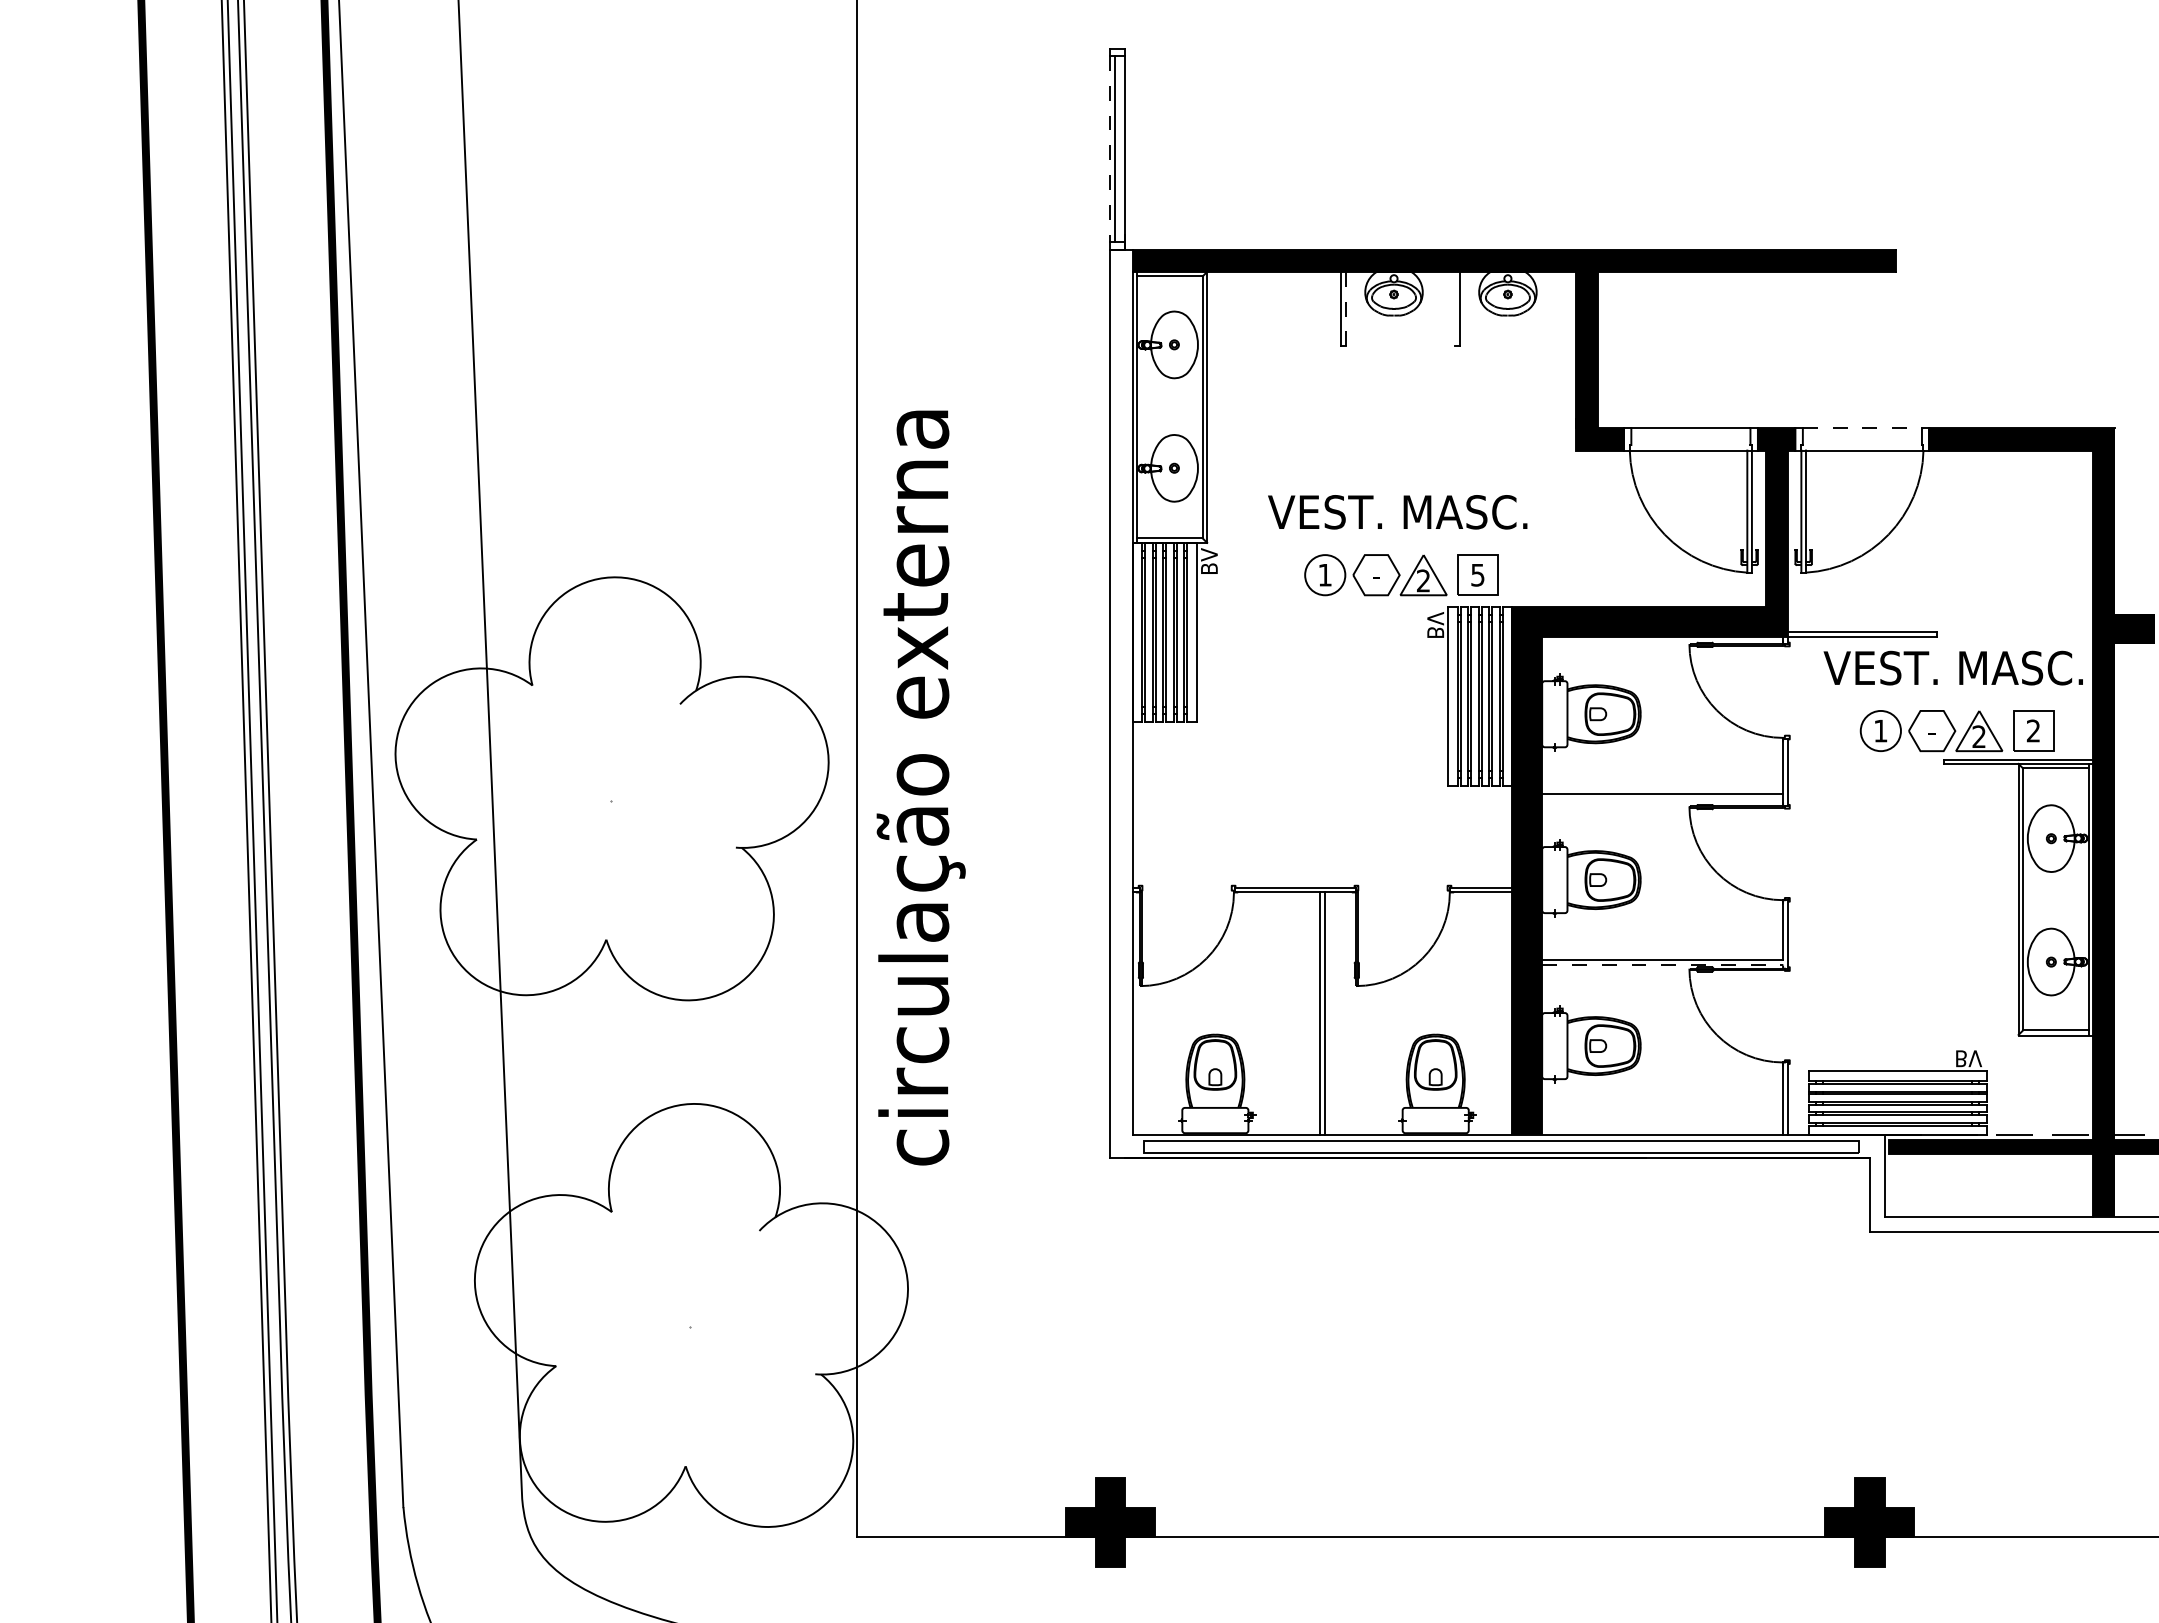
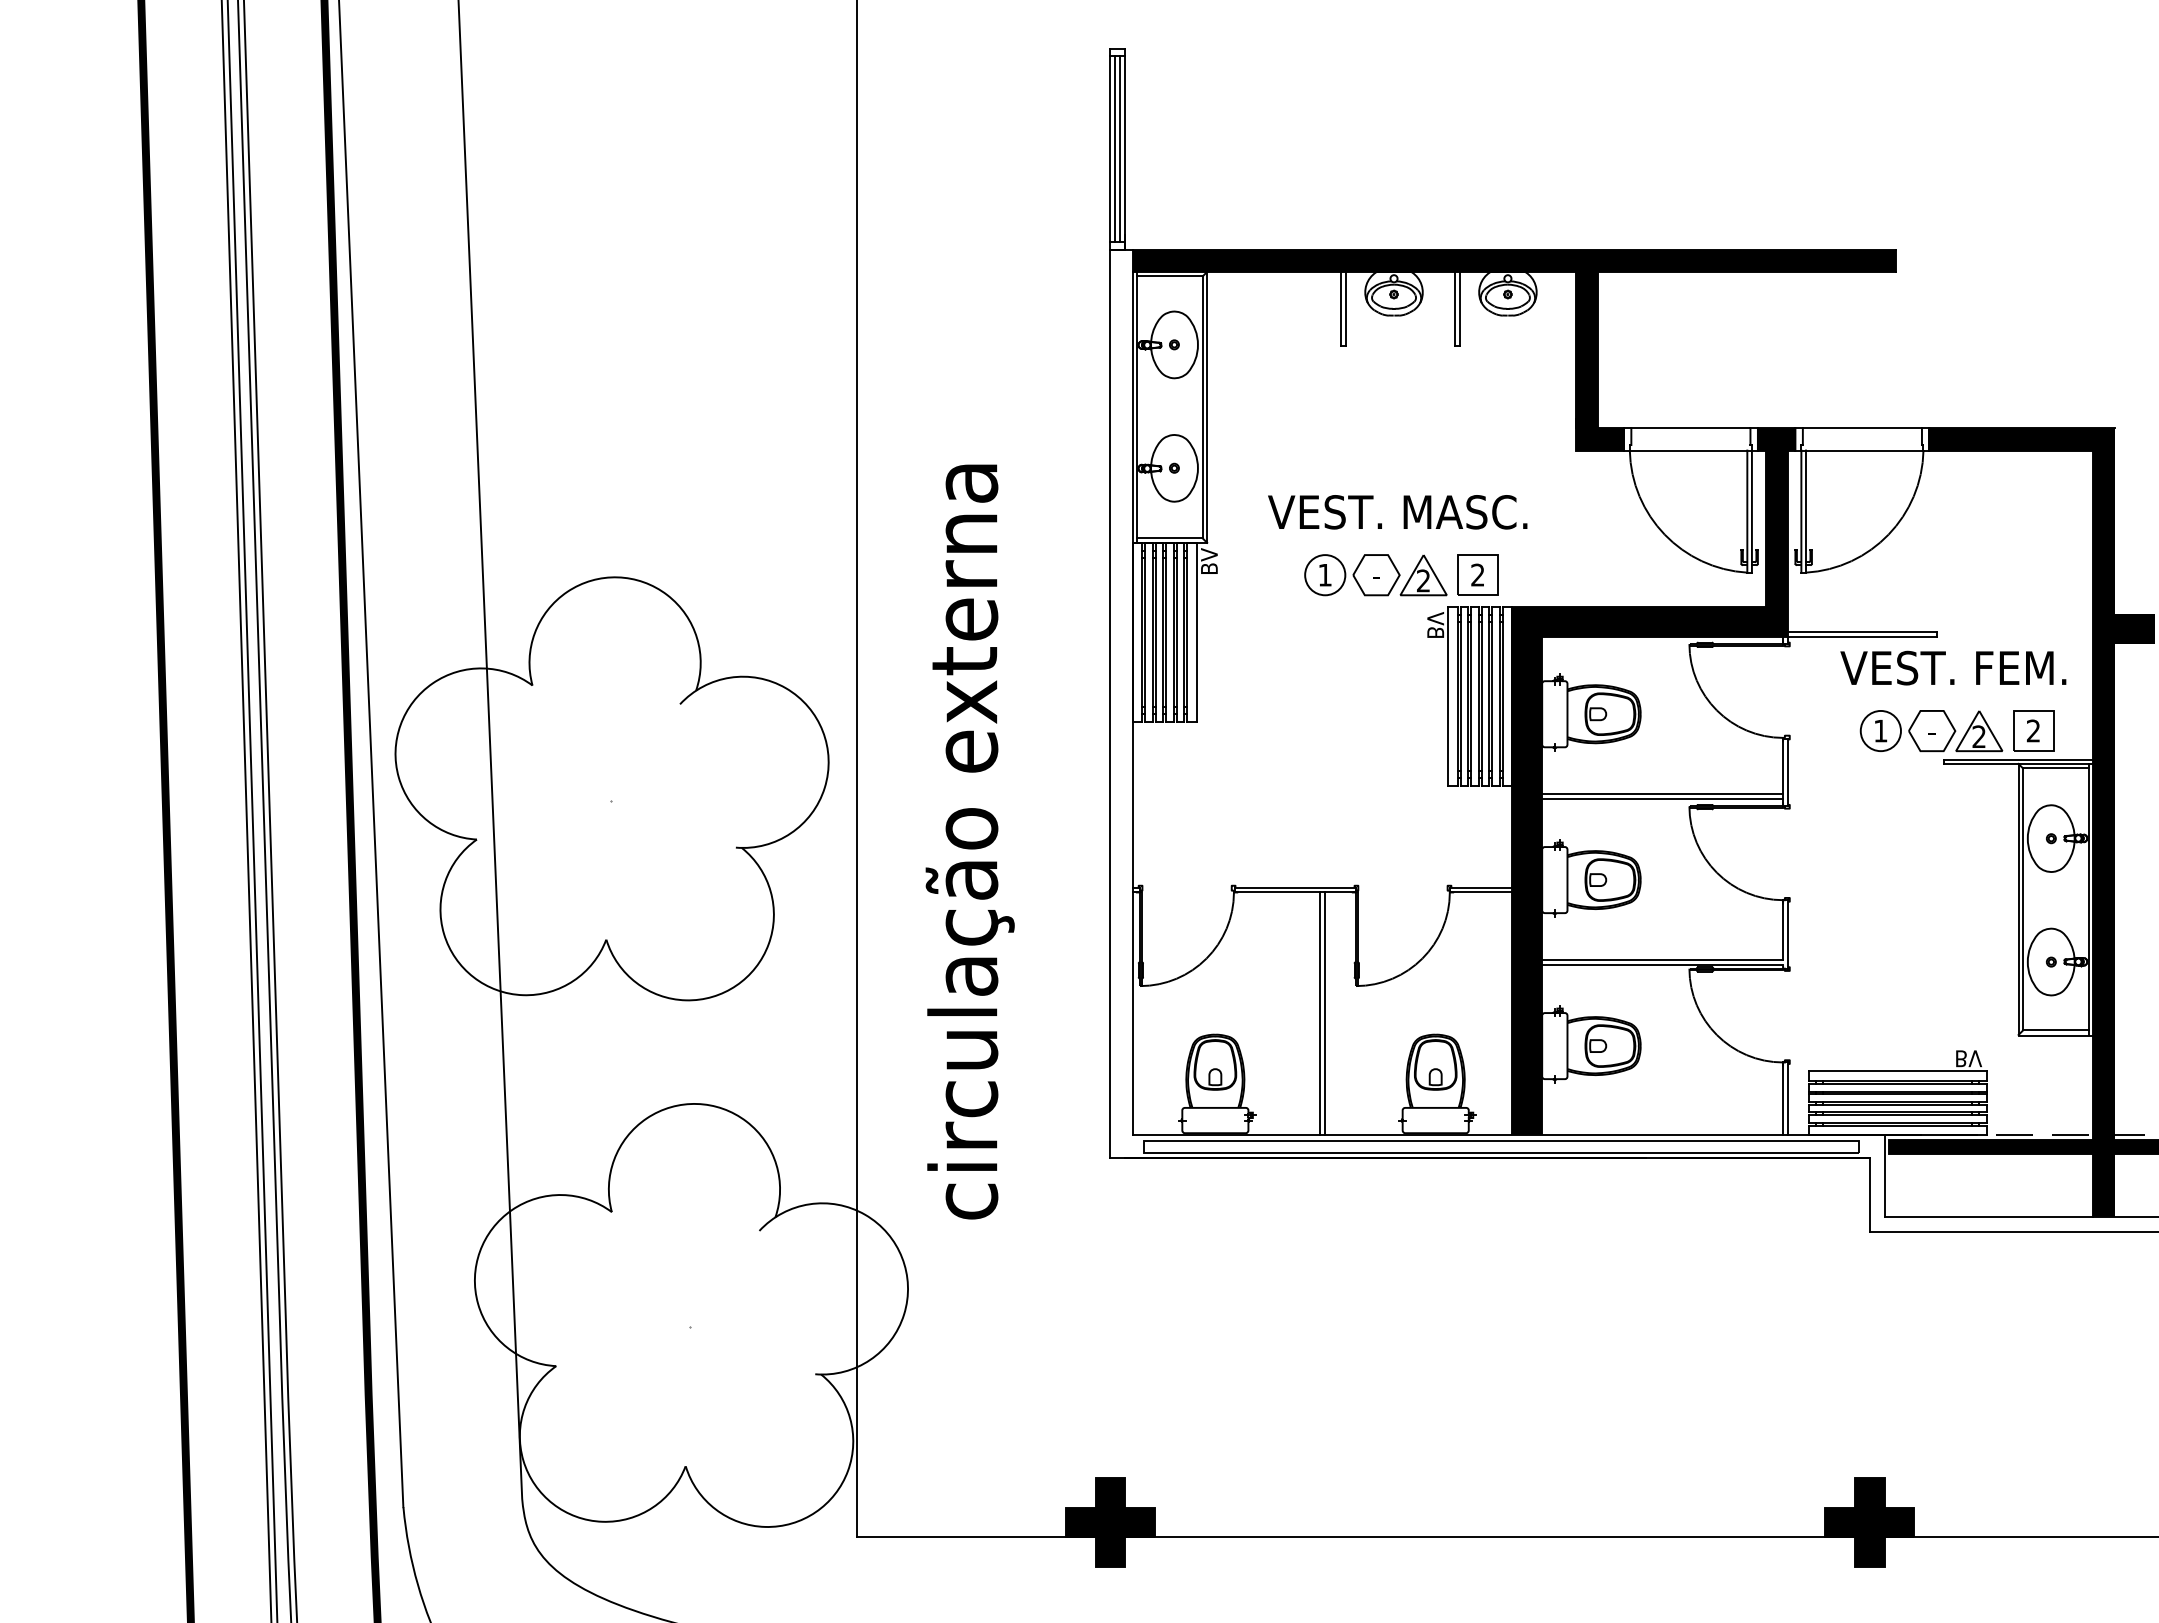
line at (1110, 149): dashed -> solid
line at (1119, 149): none -> present
line at (1455, 308): none -> present
line at (1345, 309): dashed -> solid
line at (1862, 428): dashed -> solid
text at (1477, 574): 5 -> 2
text at (1952, 667): VEST. MASC. -> VEST. FEM.
text at (920, 787) position: (920, 787) -> (969, 841)
line at (1662, 798): none -> present
line at (1662, 964): dashed -> solid
